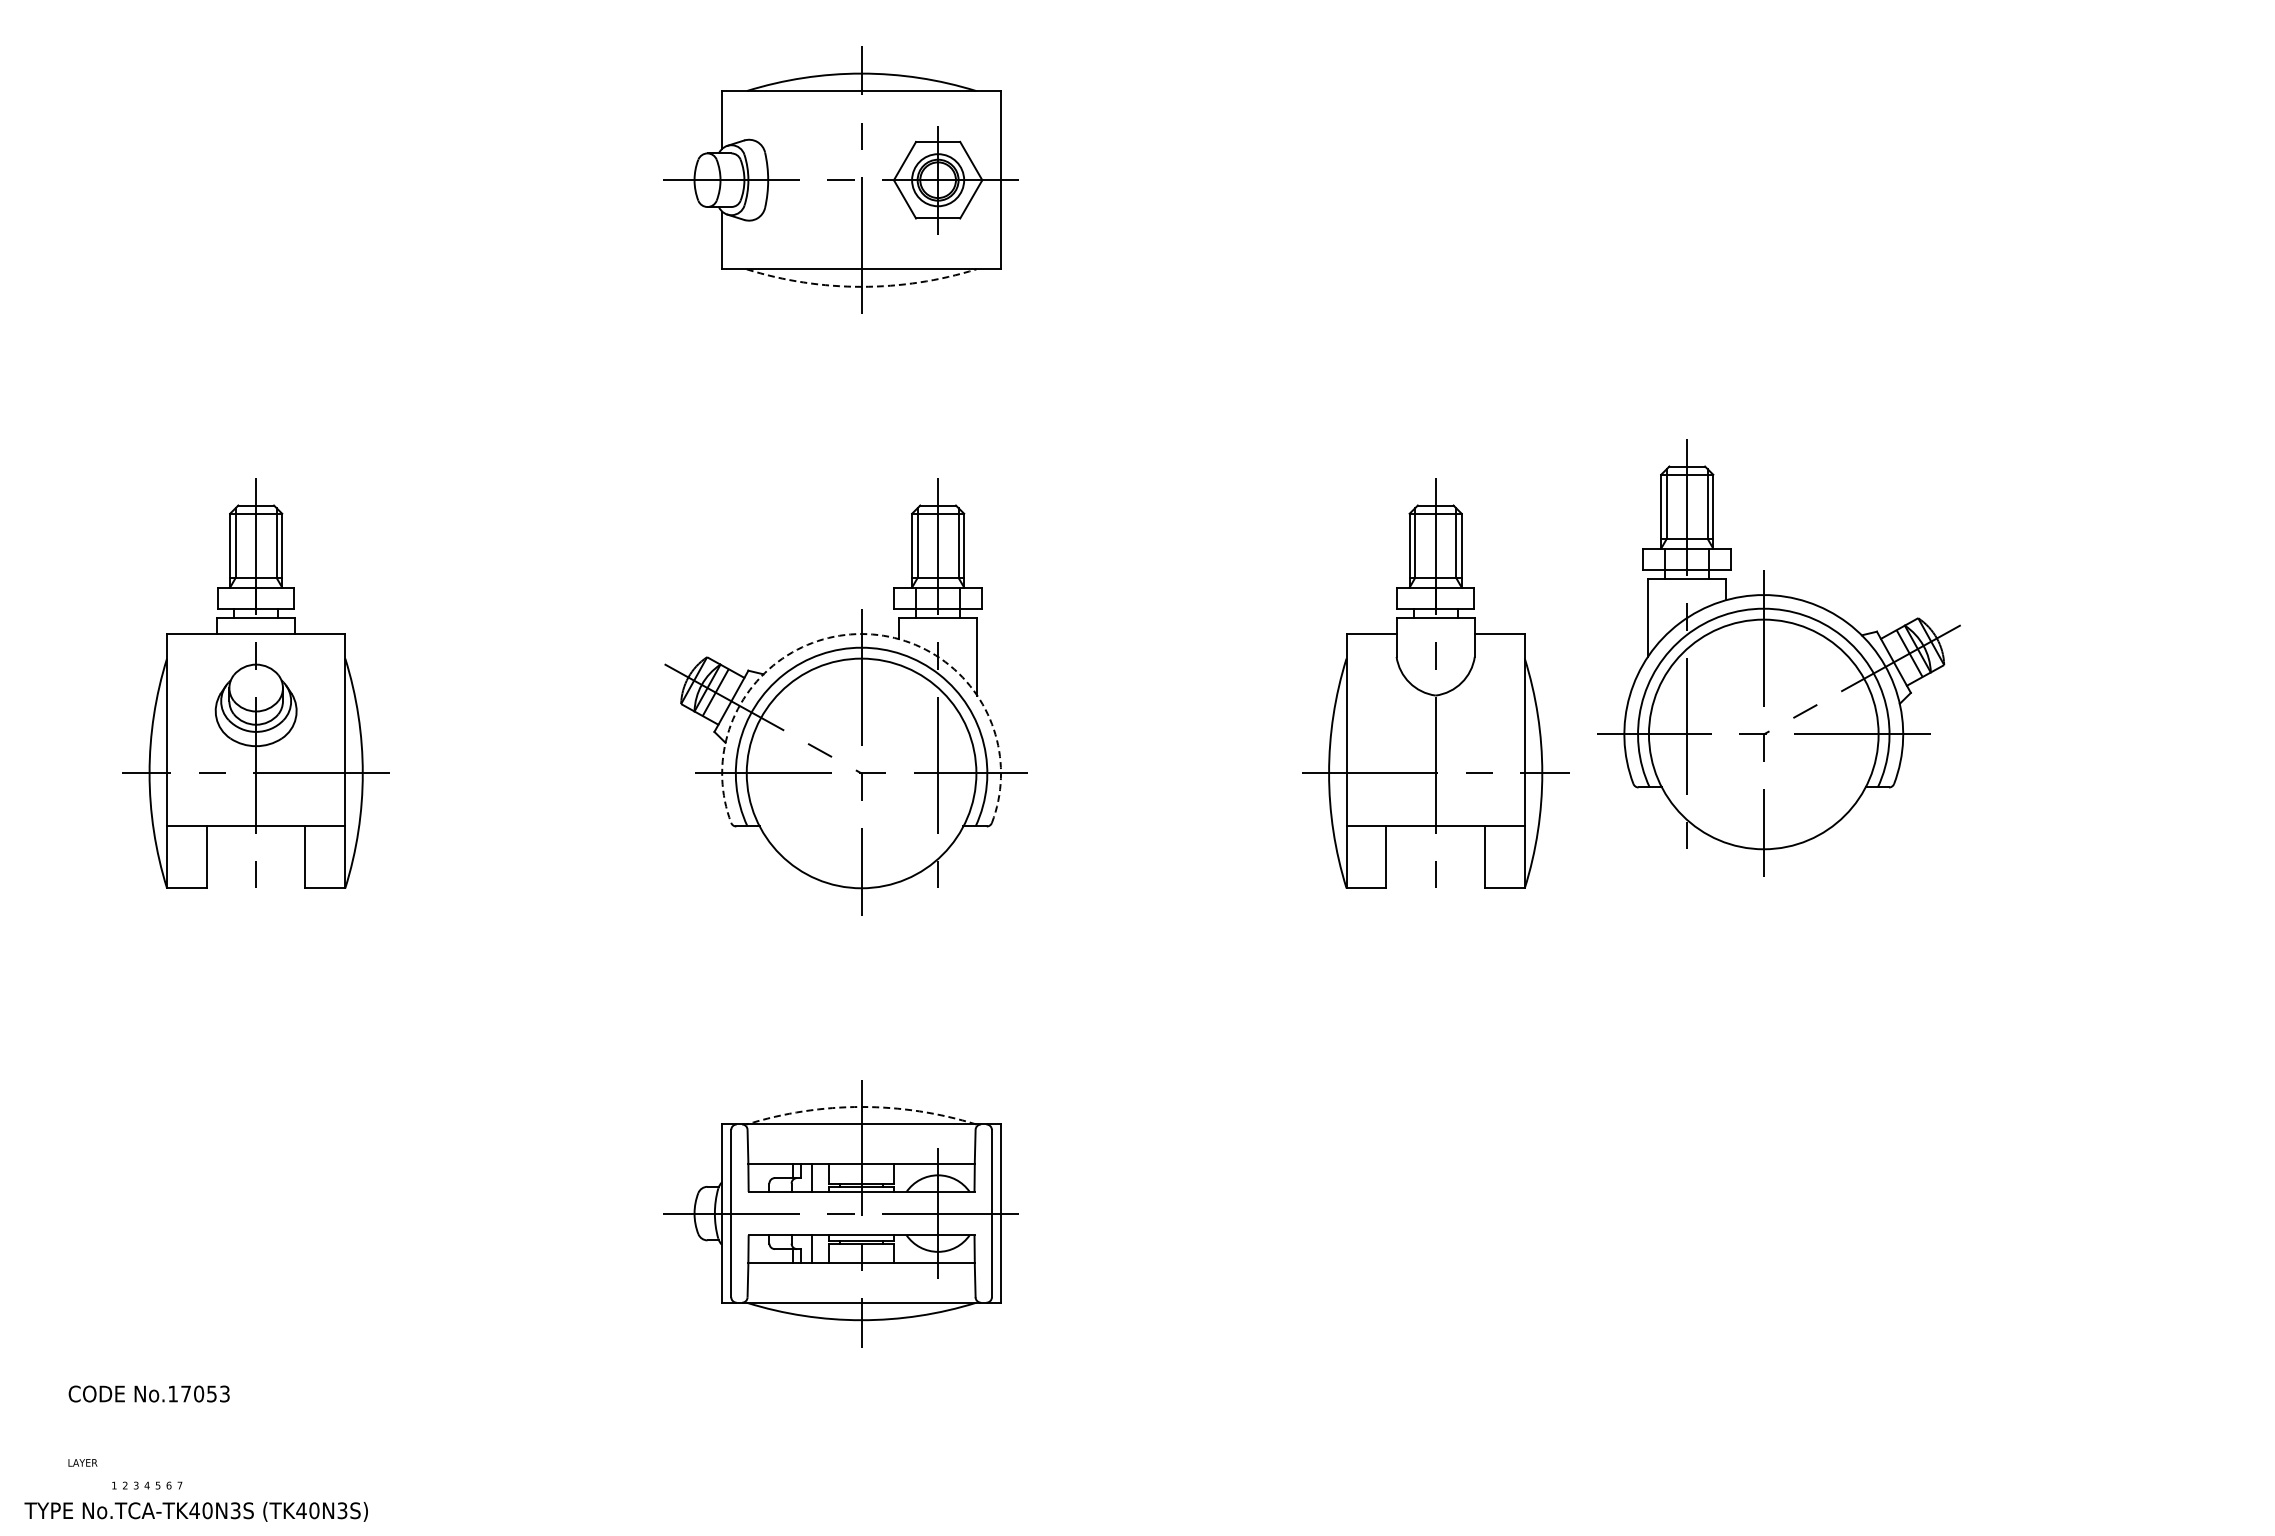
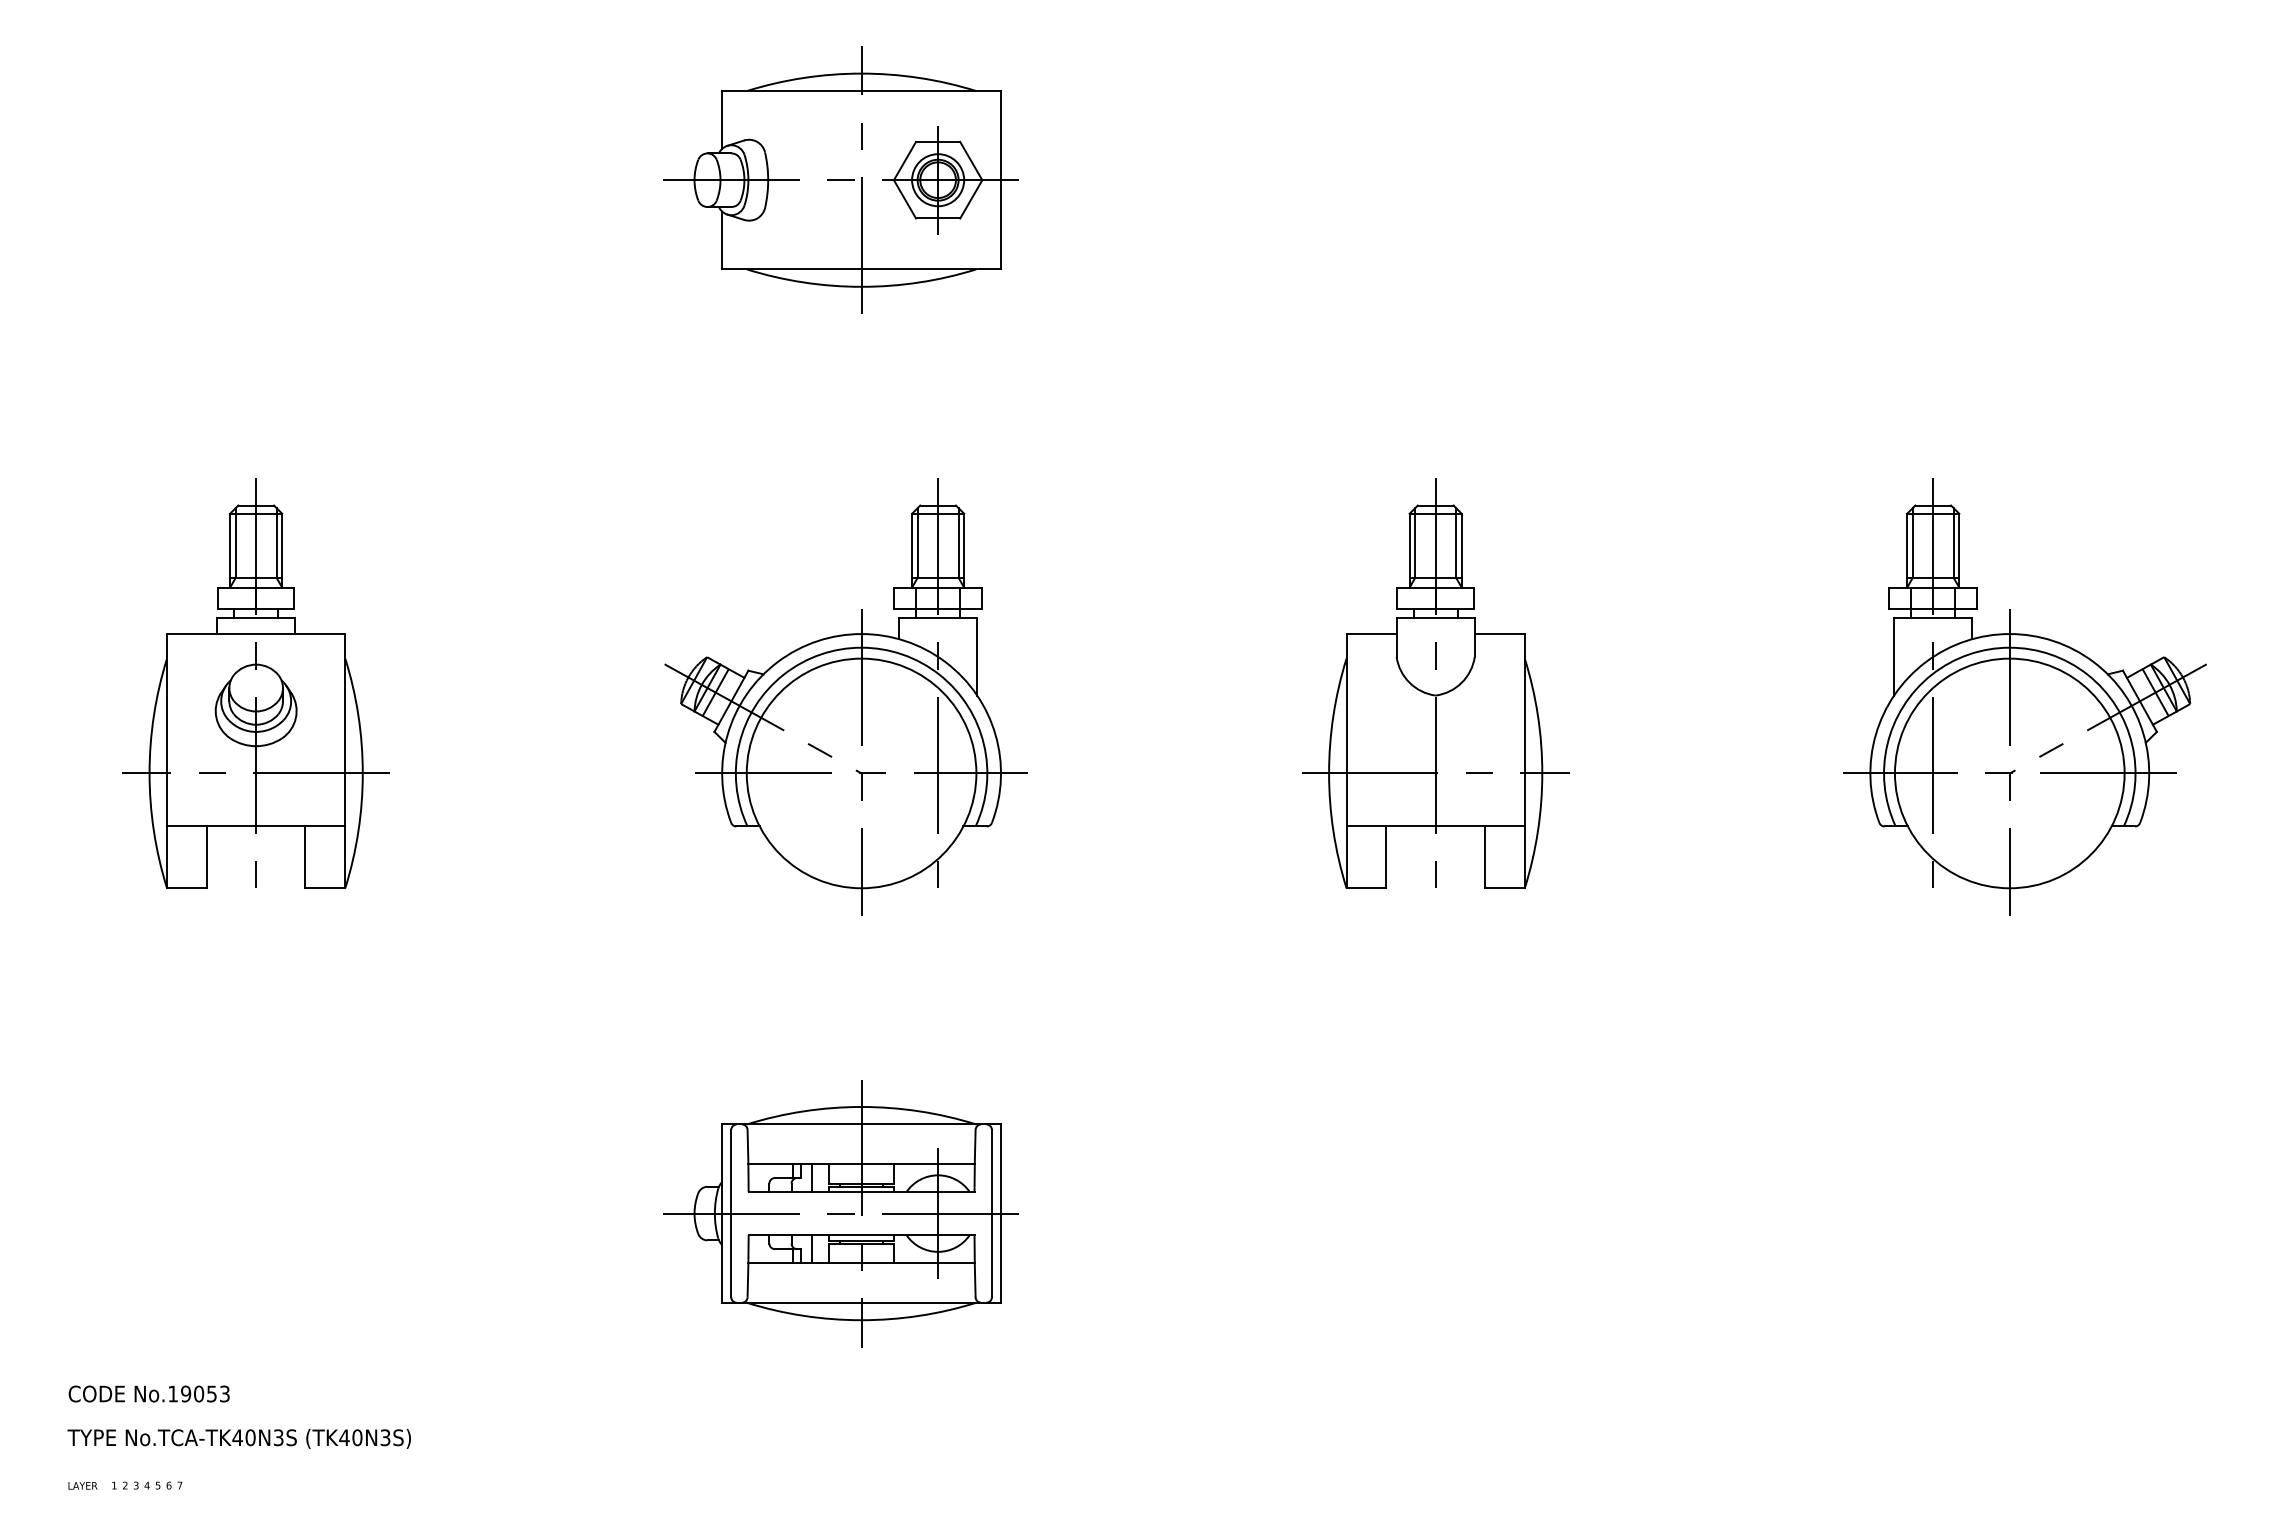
arc at (861, 286): dashed -> solid
arc at (861, 634): dashed -> solid
part at (1778, 657) position: (1778, 657) -> (2024, 696)
arc at (861, 1106): dashed -> solid
text at (186, 1393): No.17053 -> No.19053
text at (82, 1462) position: (82, 1462) -> (82, 1485)
text at (195, 1511) position: (195, 1511) -> (238, 1438)
